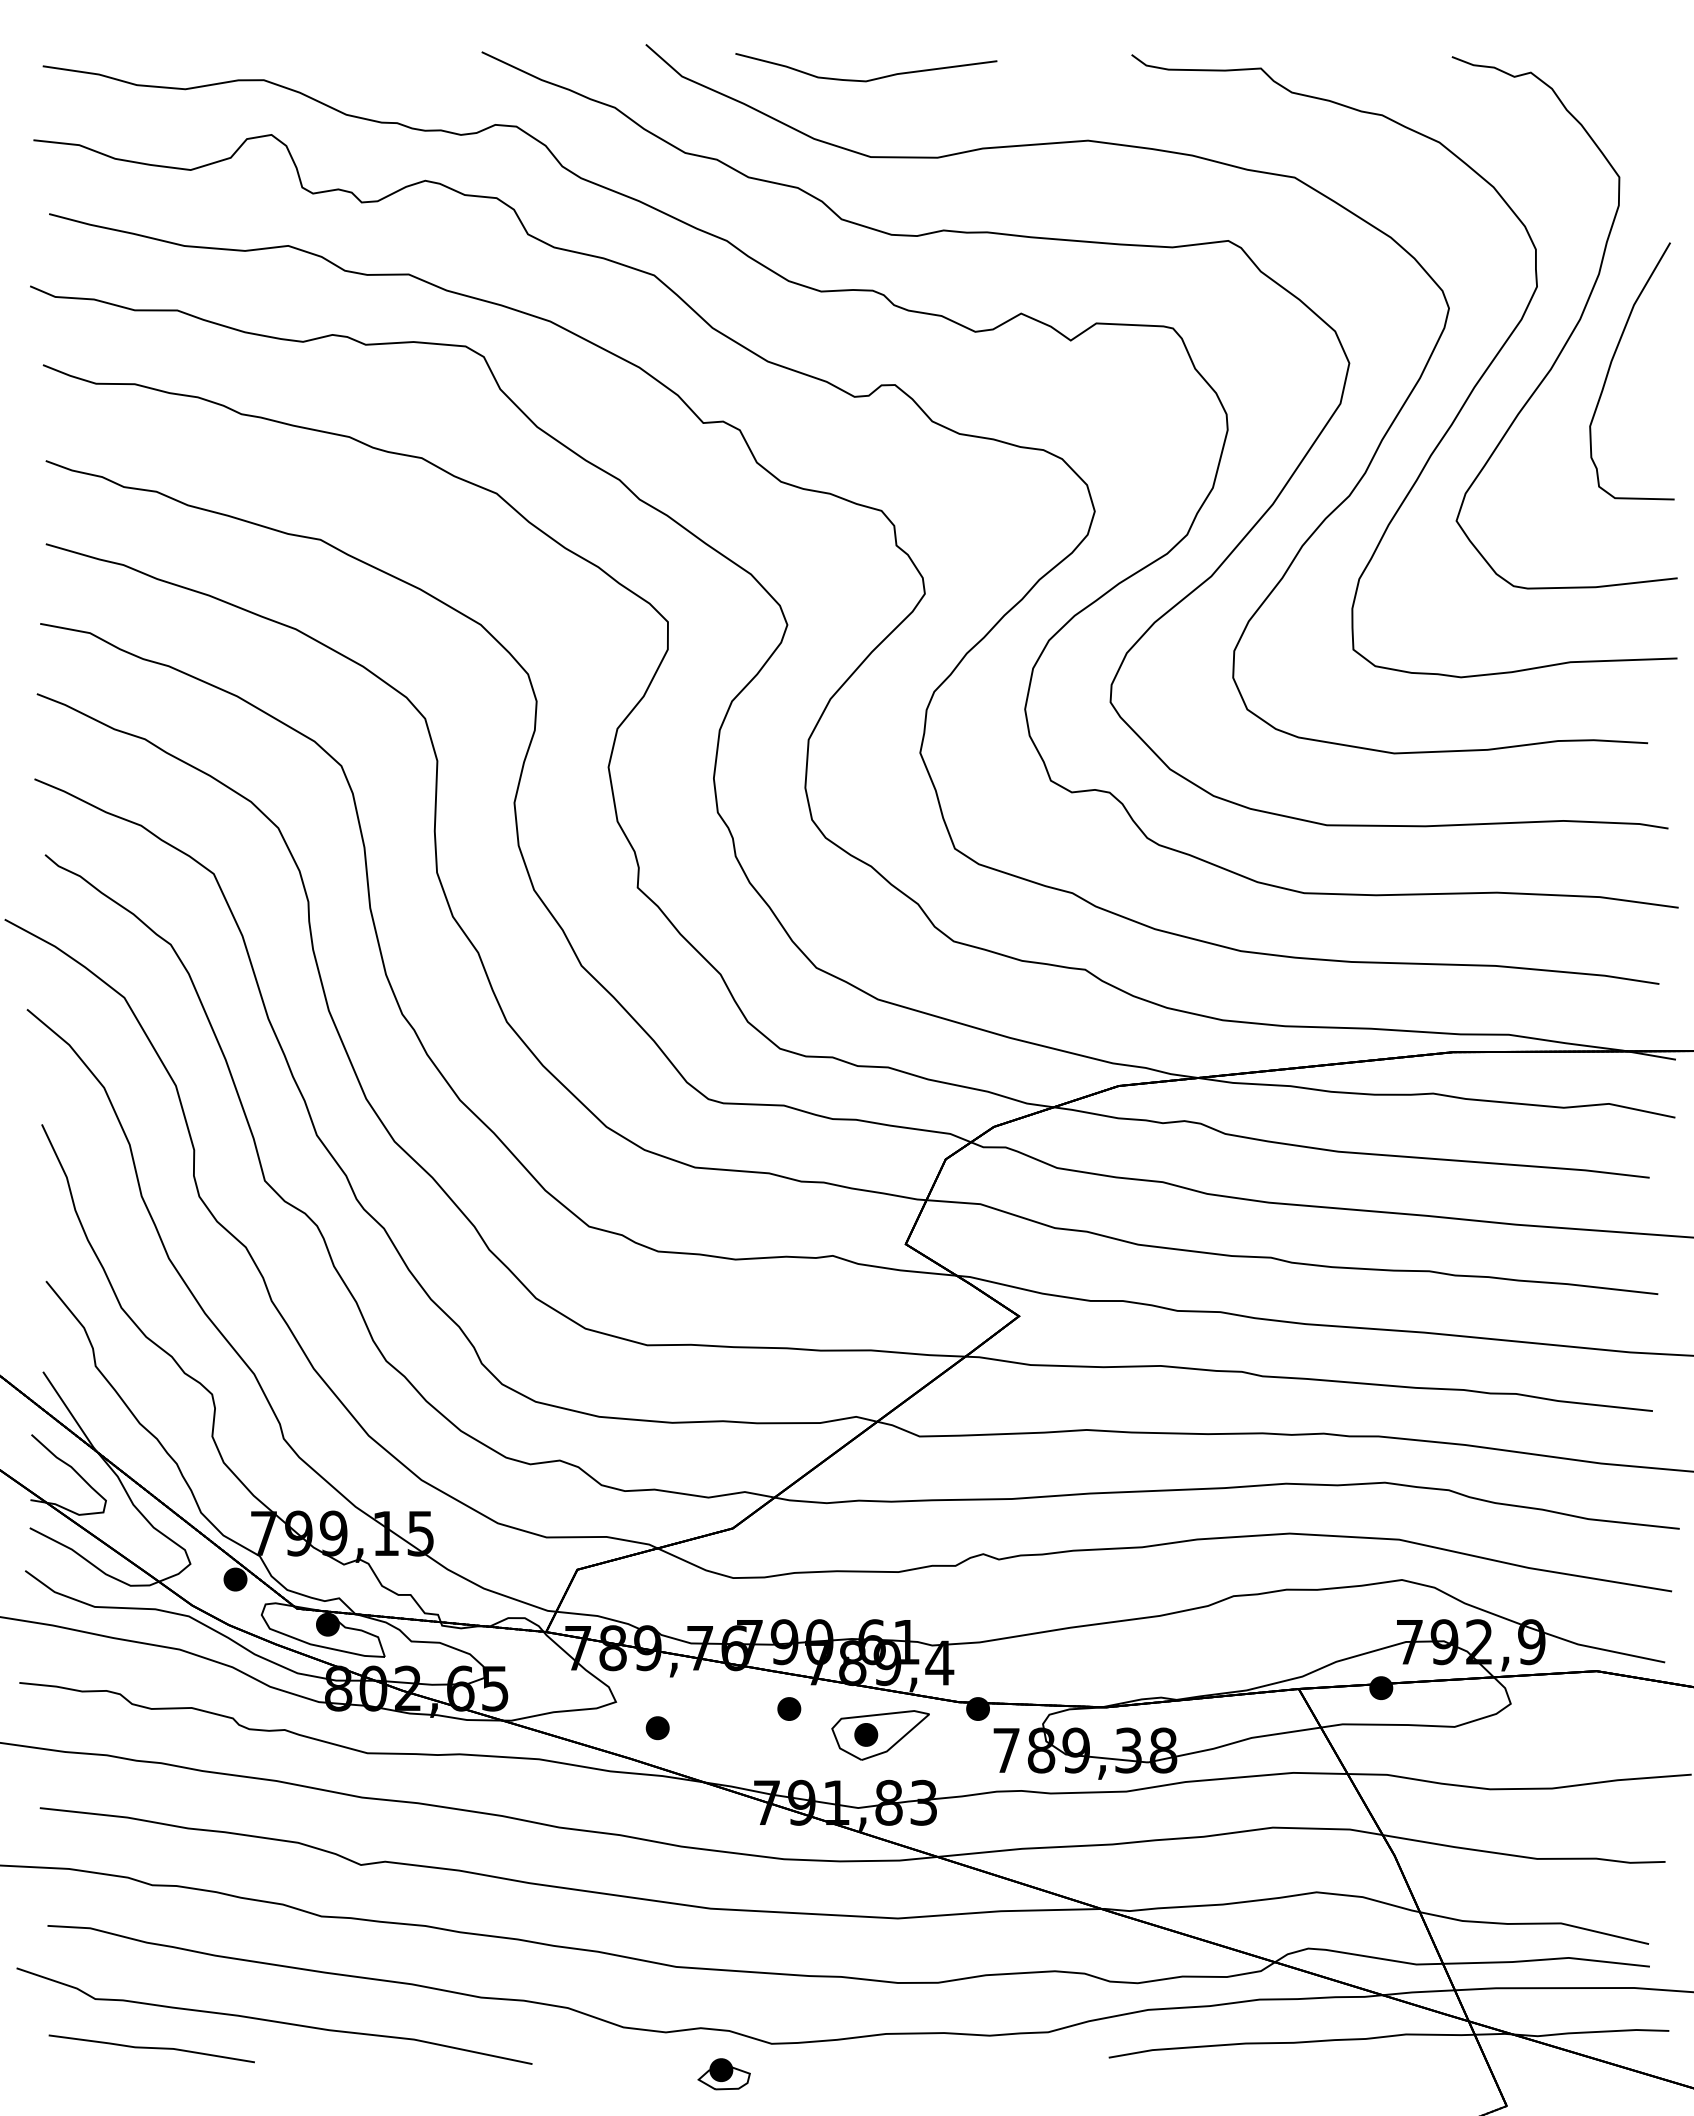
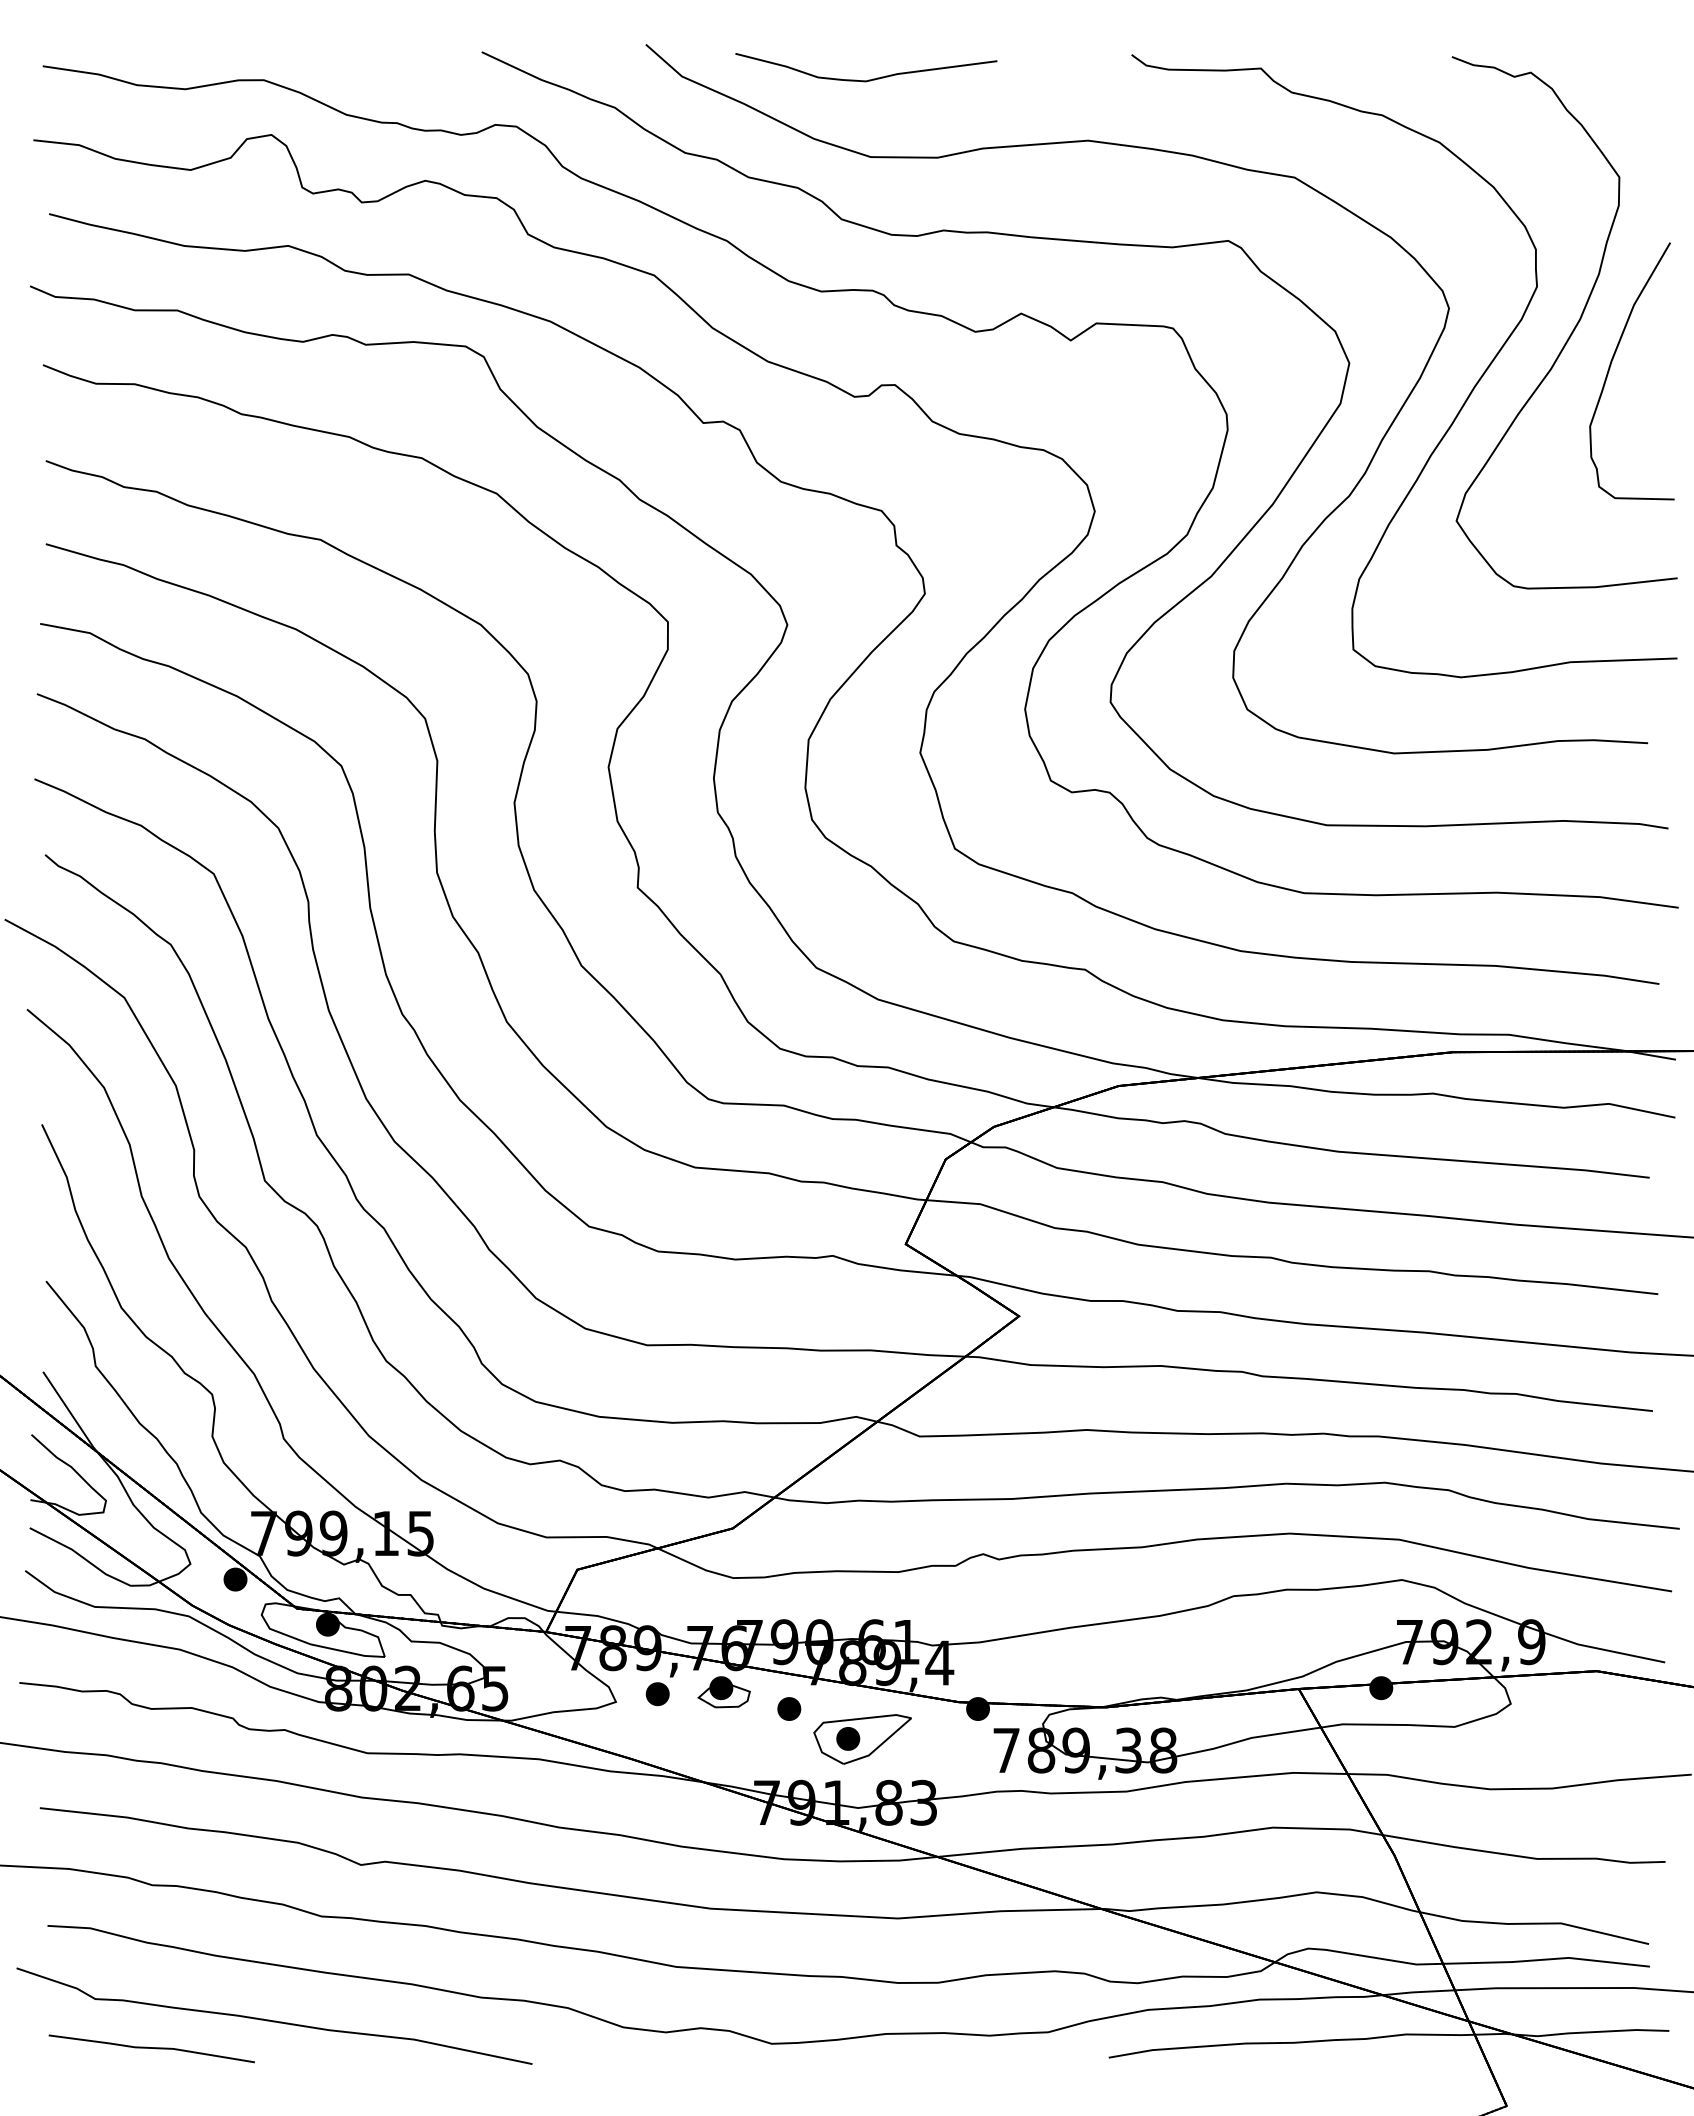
part at (657, 1728) position: (657, 1728) -> (657, 1694)
part at (880, 1735) position: (880, 1735) -> (862, 1739)
part at (723, 2074) position: (723, 2074) -> (723, 1692)
